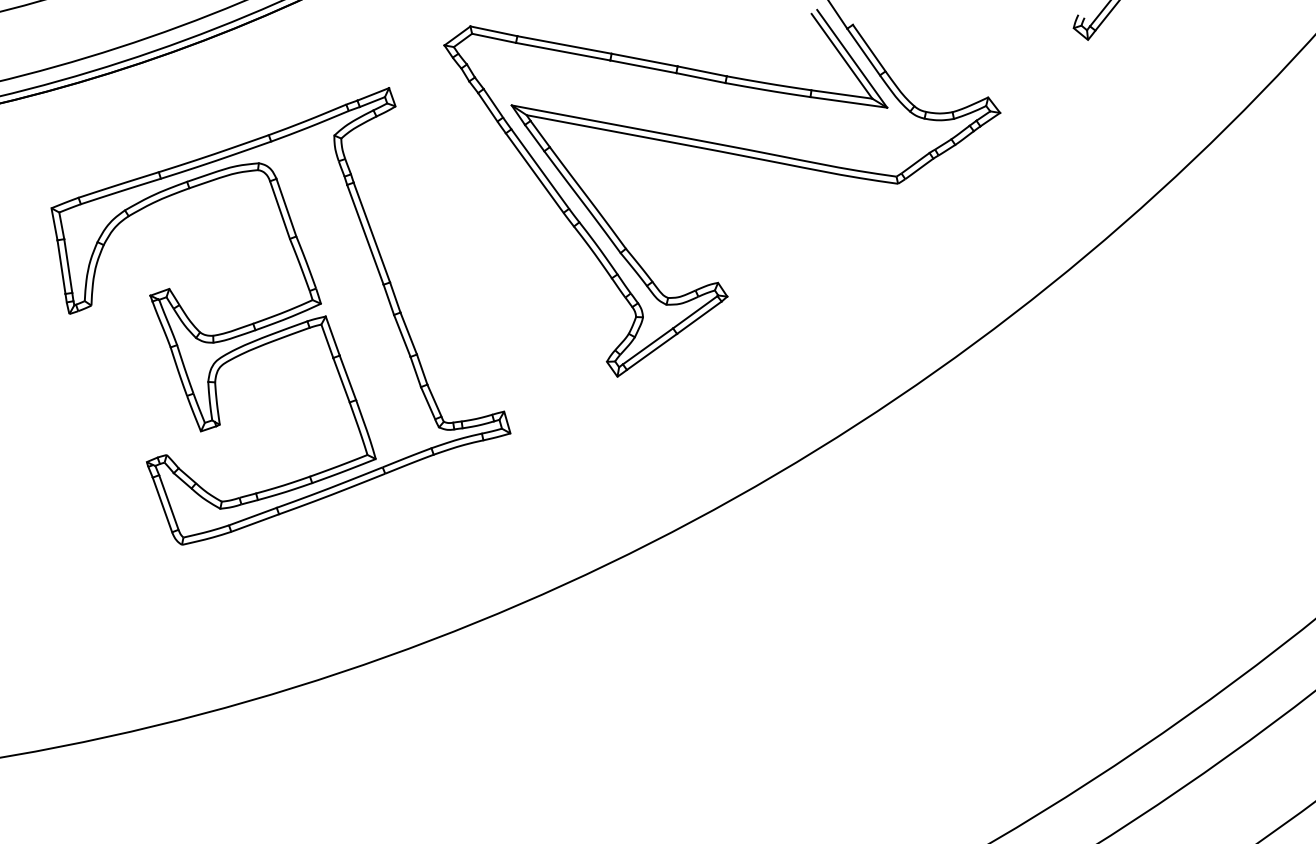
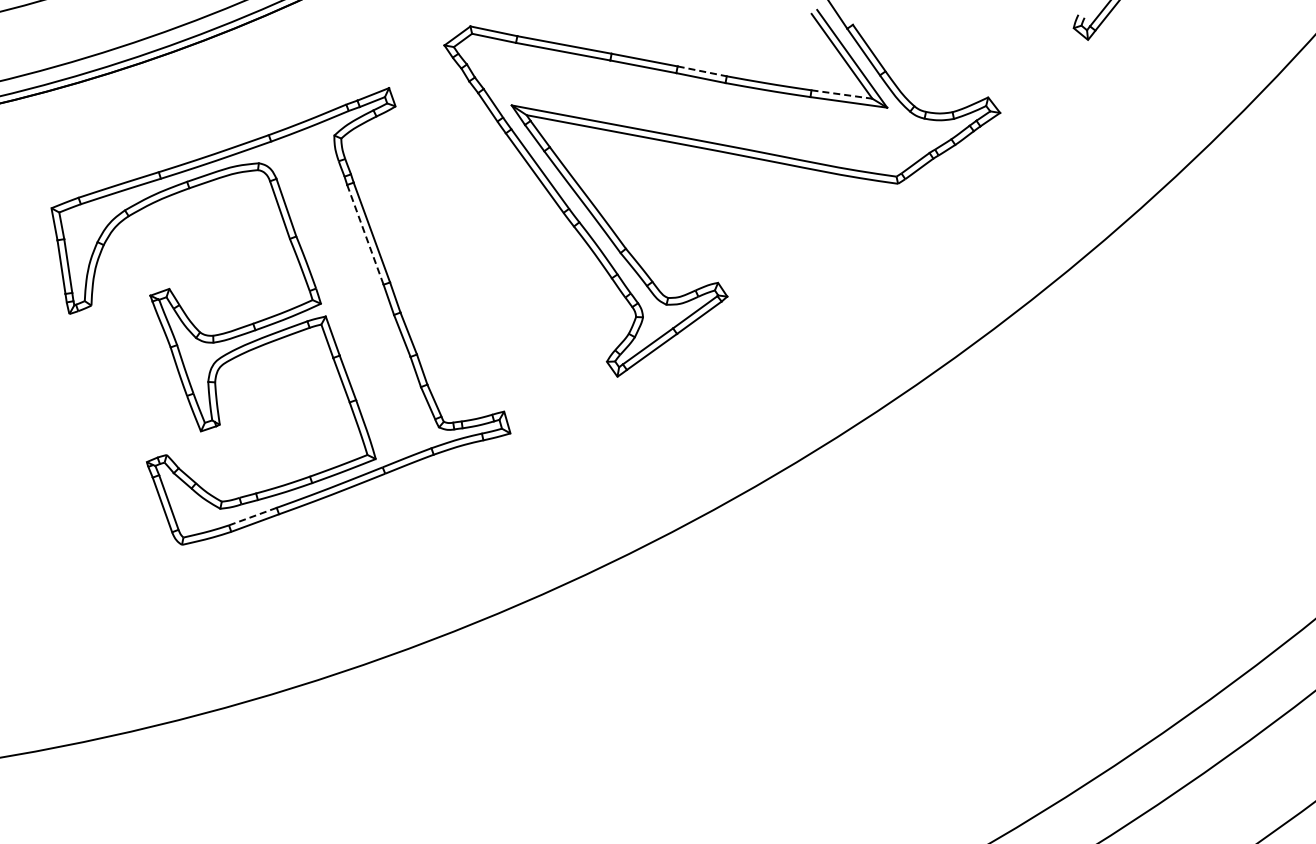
line at (702, 71): solid -> dashed
line at (841, 94): solid -> dashed
line at (365, 235): solid -> dashed
line at (252, 516): solid -> dashed
